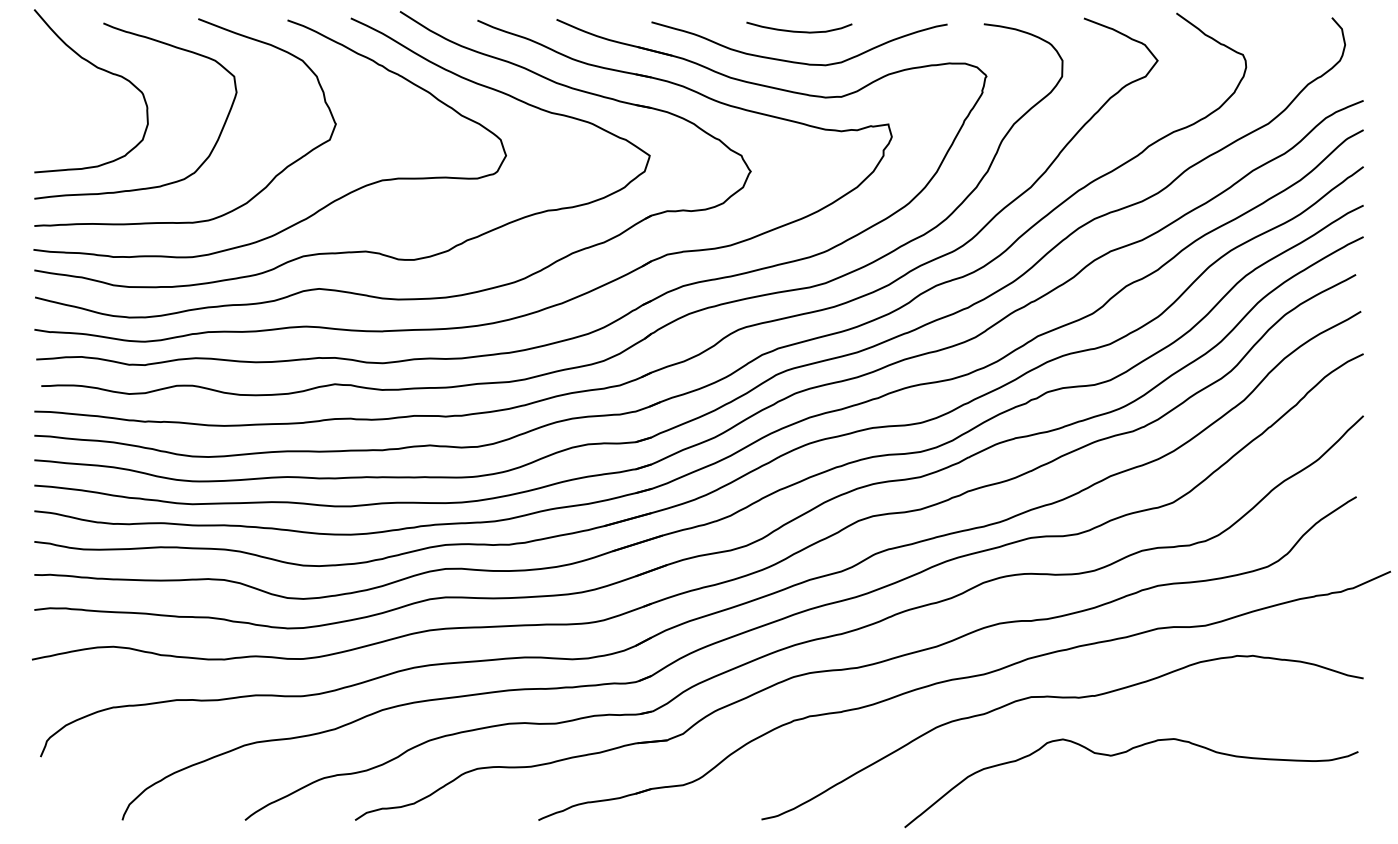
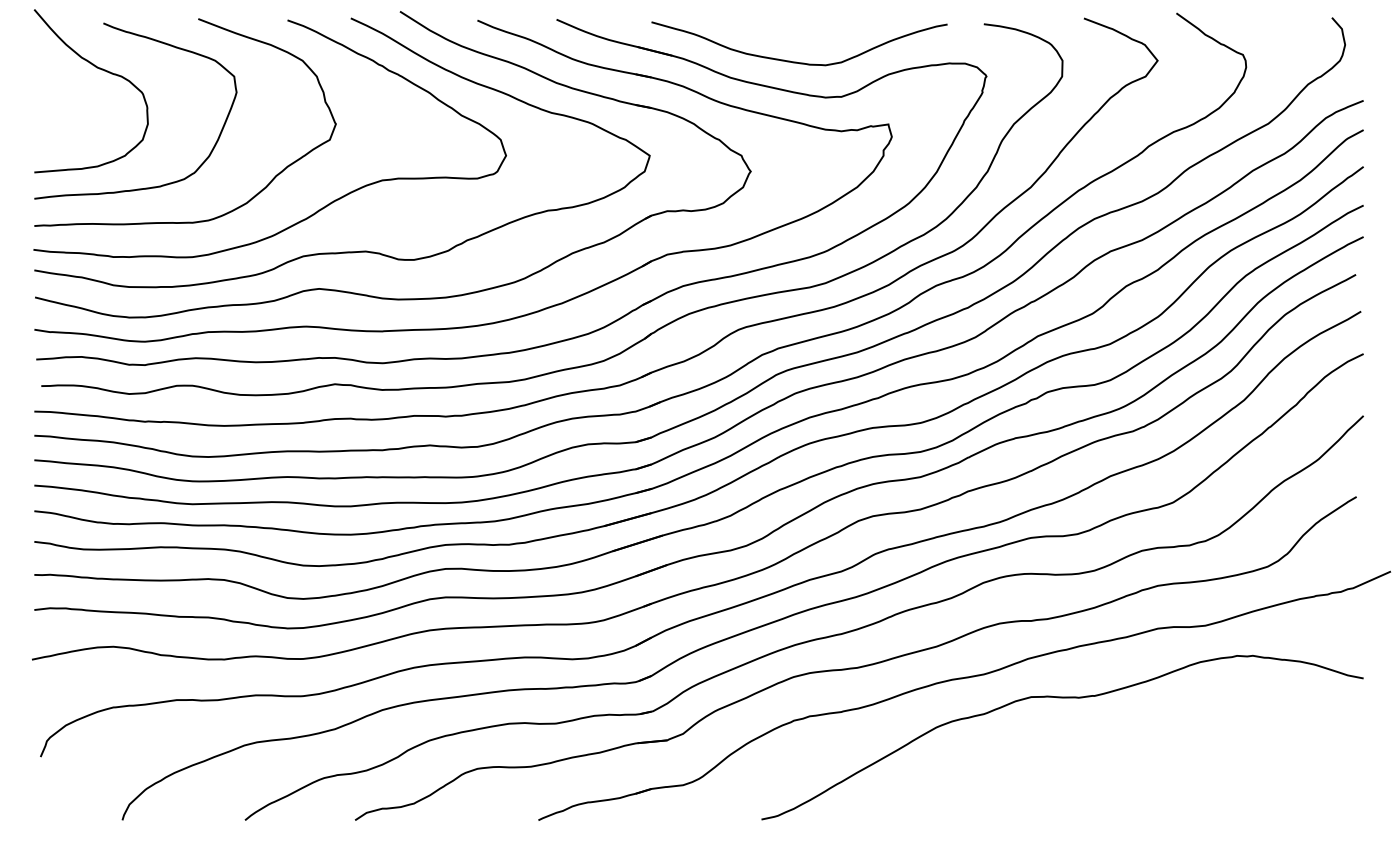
curve at (799, 31): present -> none
curve at (1124, 753): present -> none
